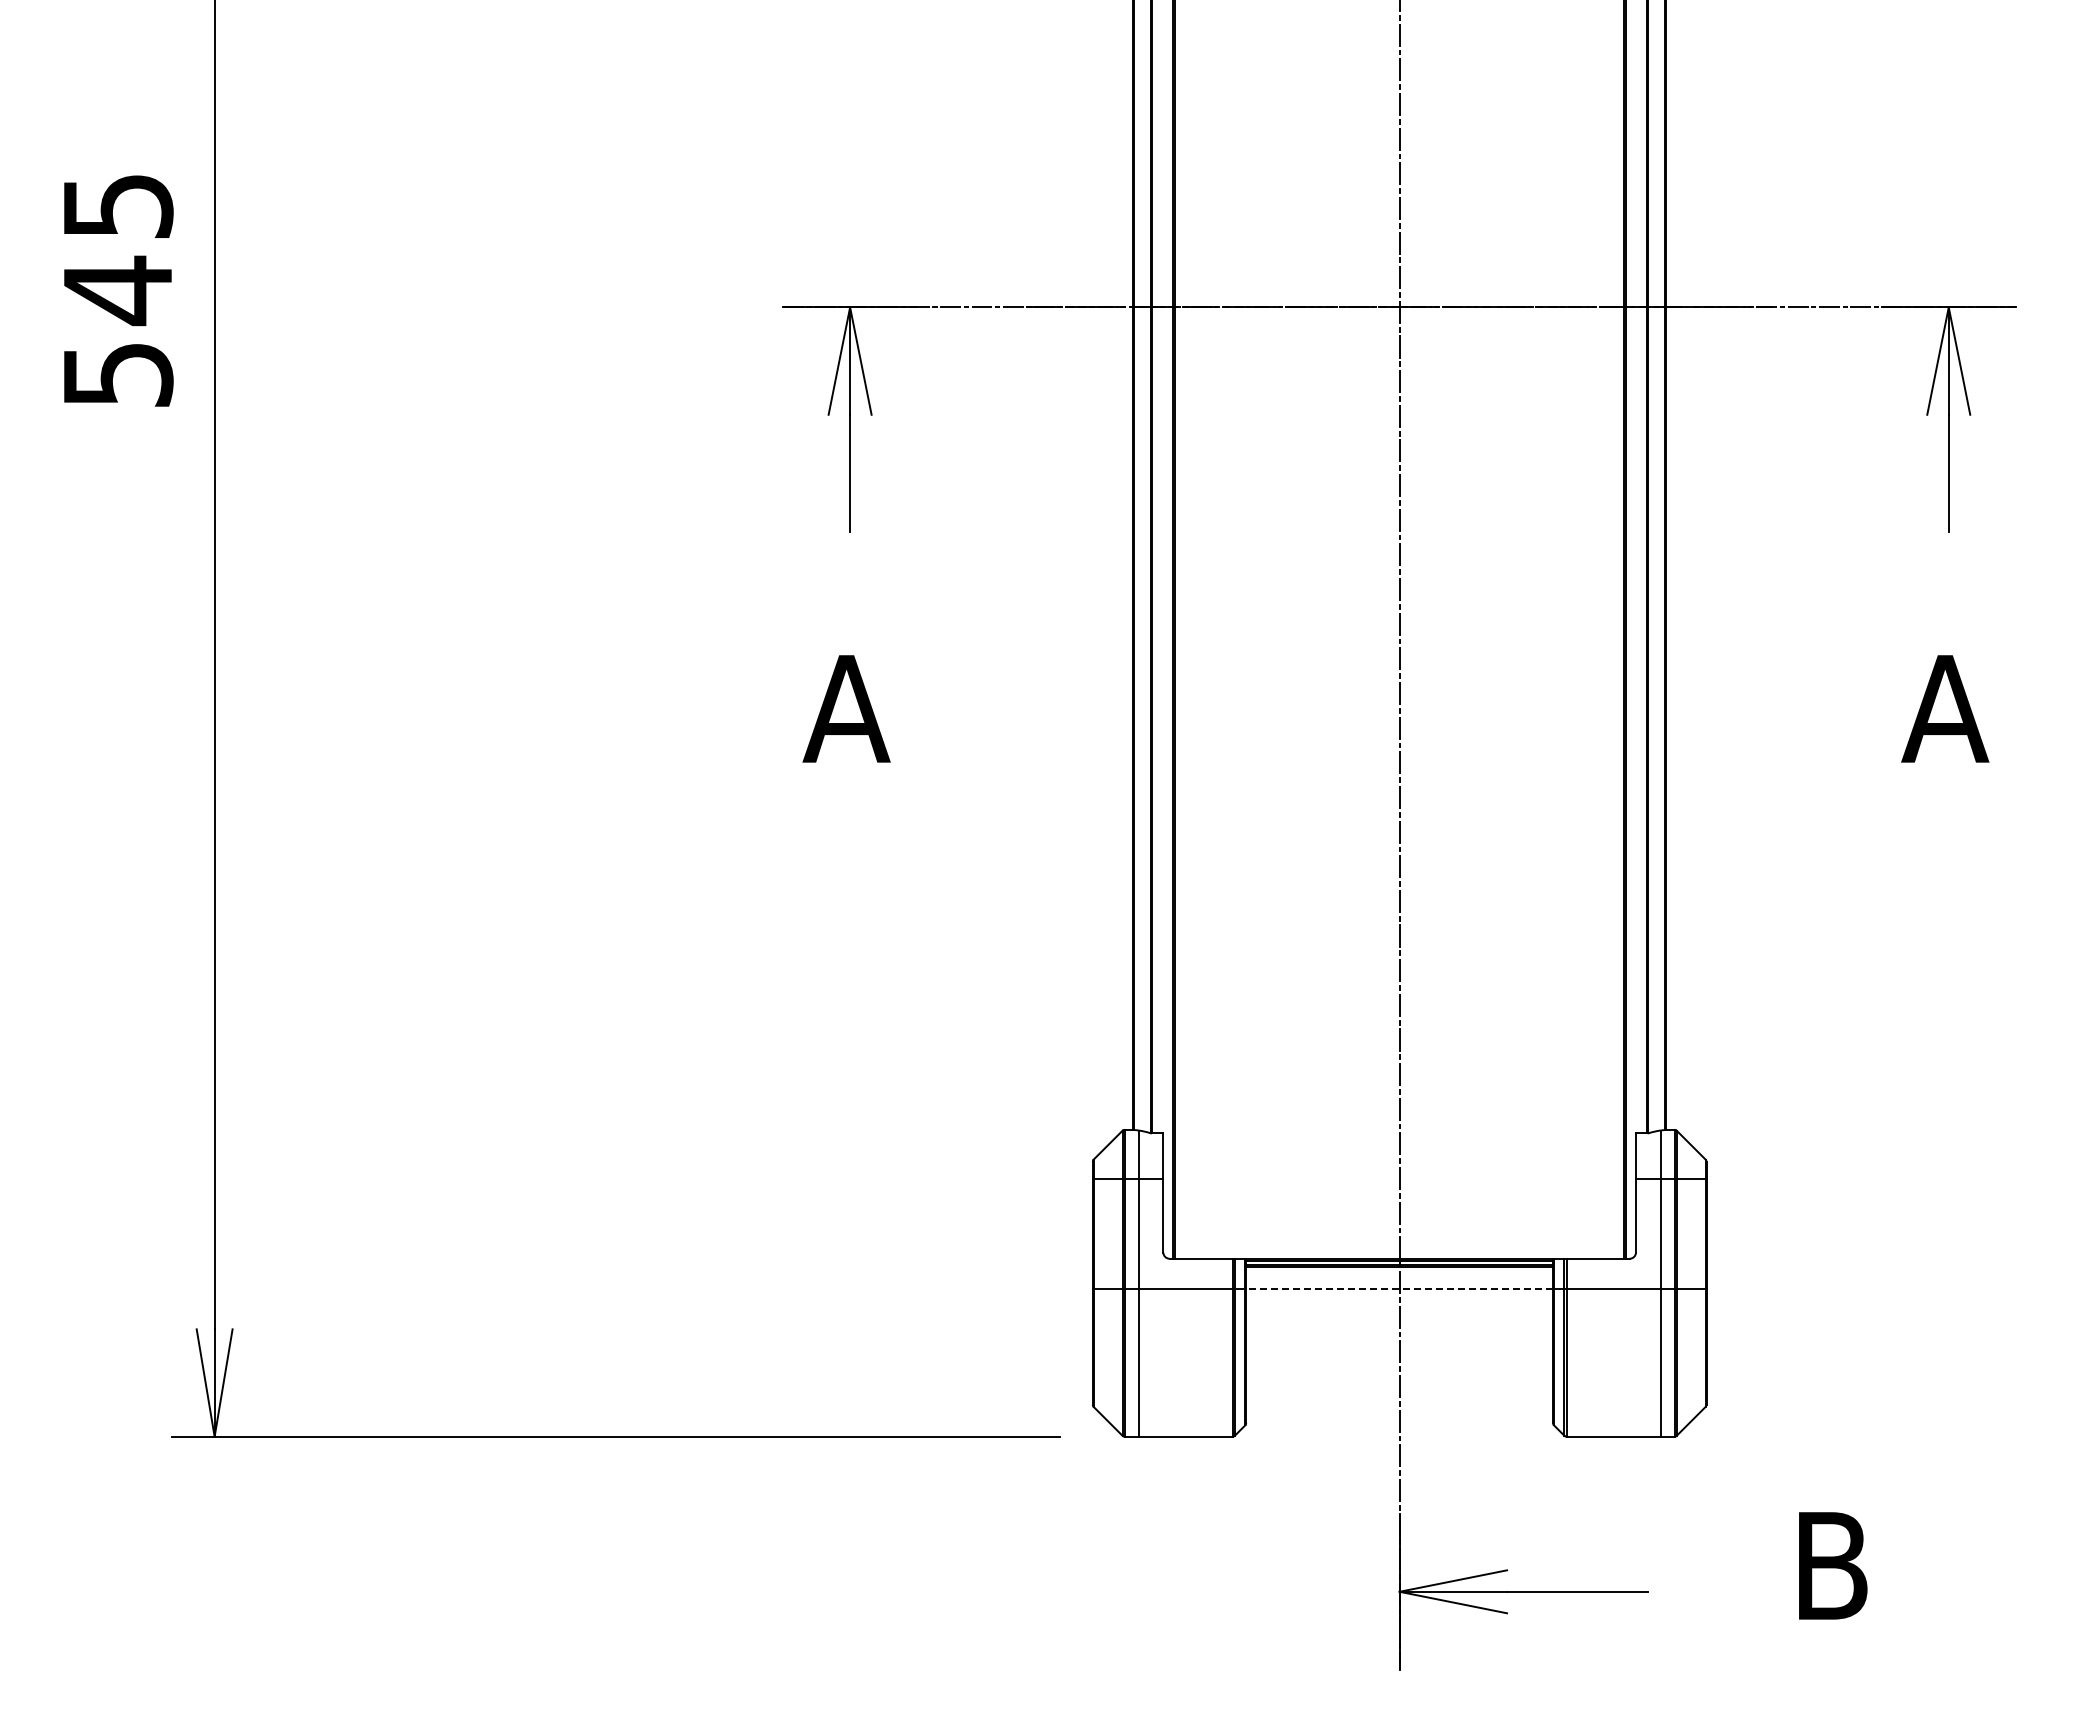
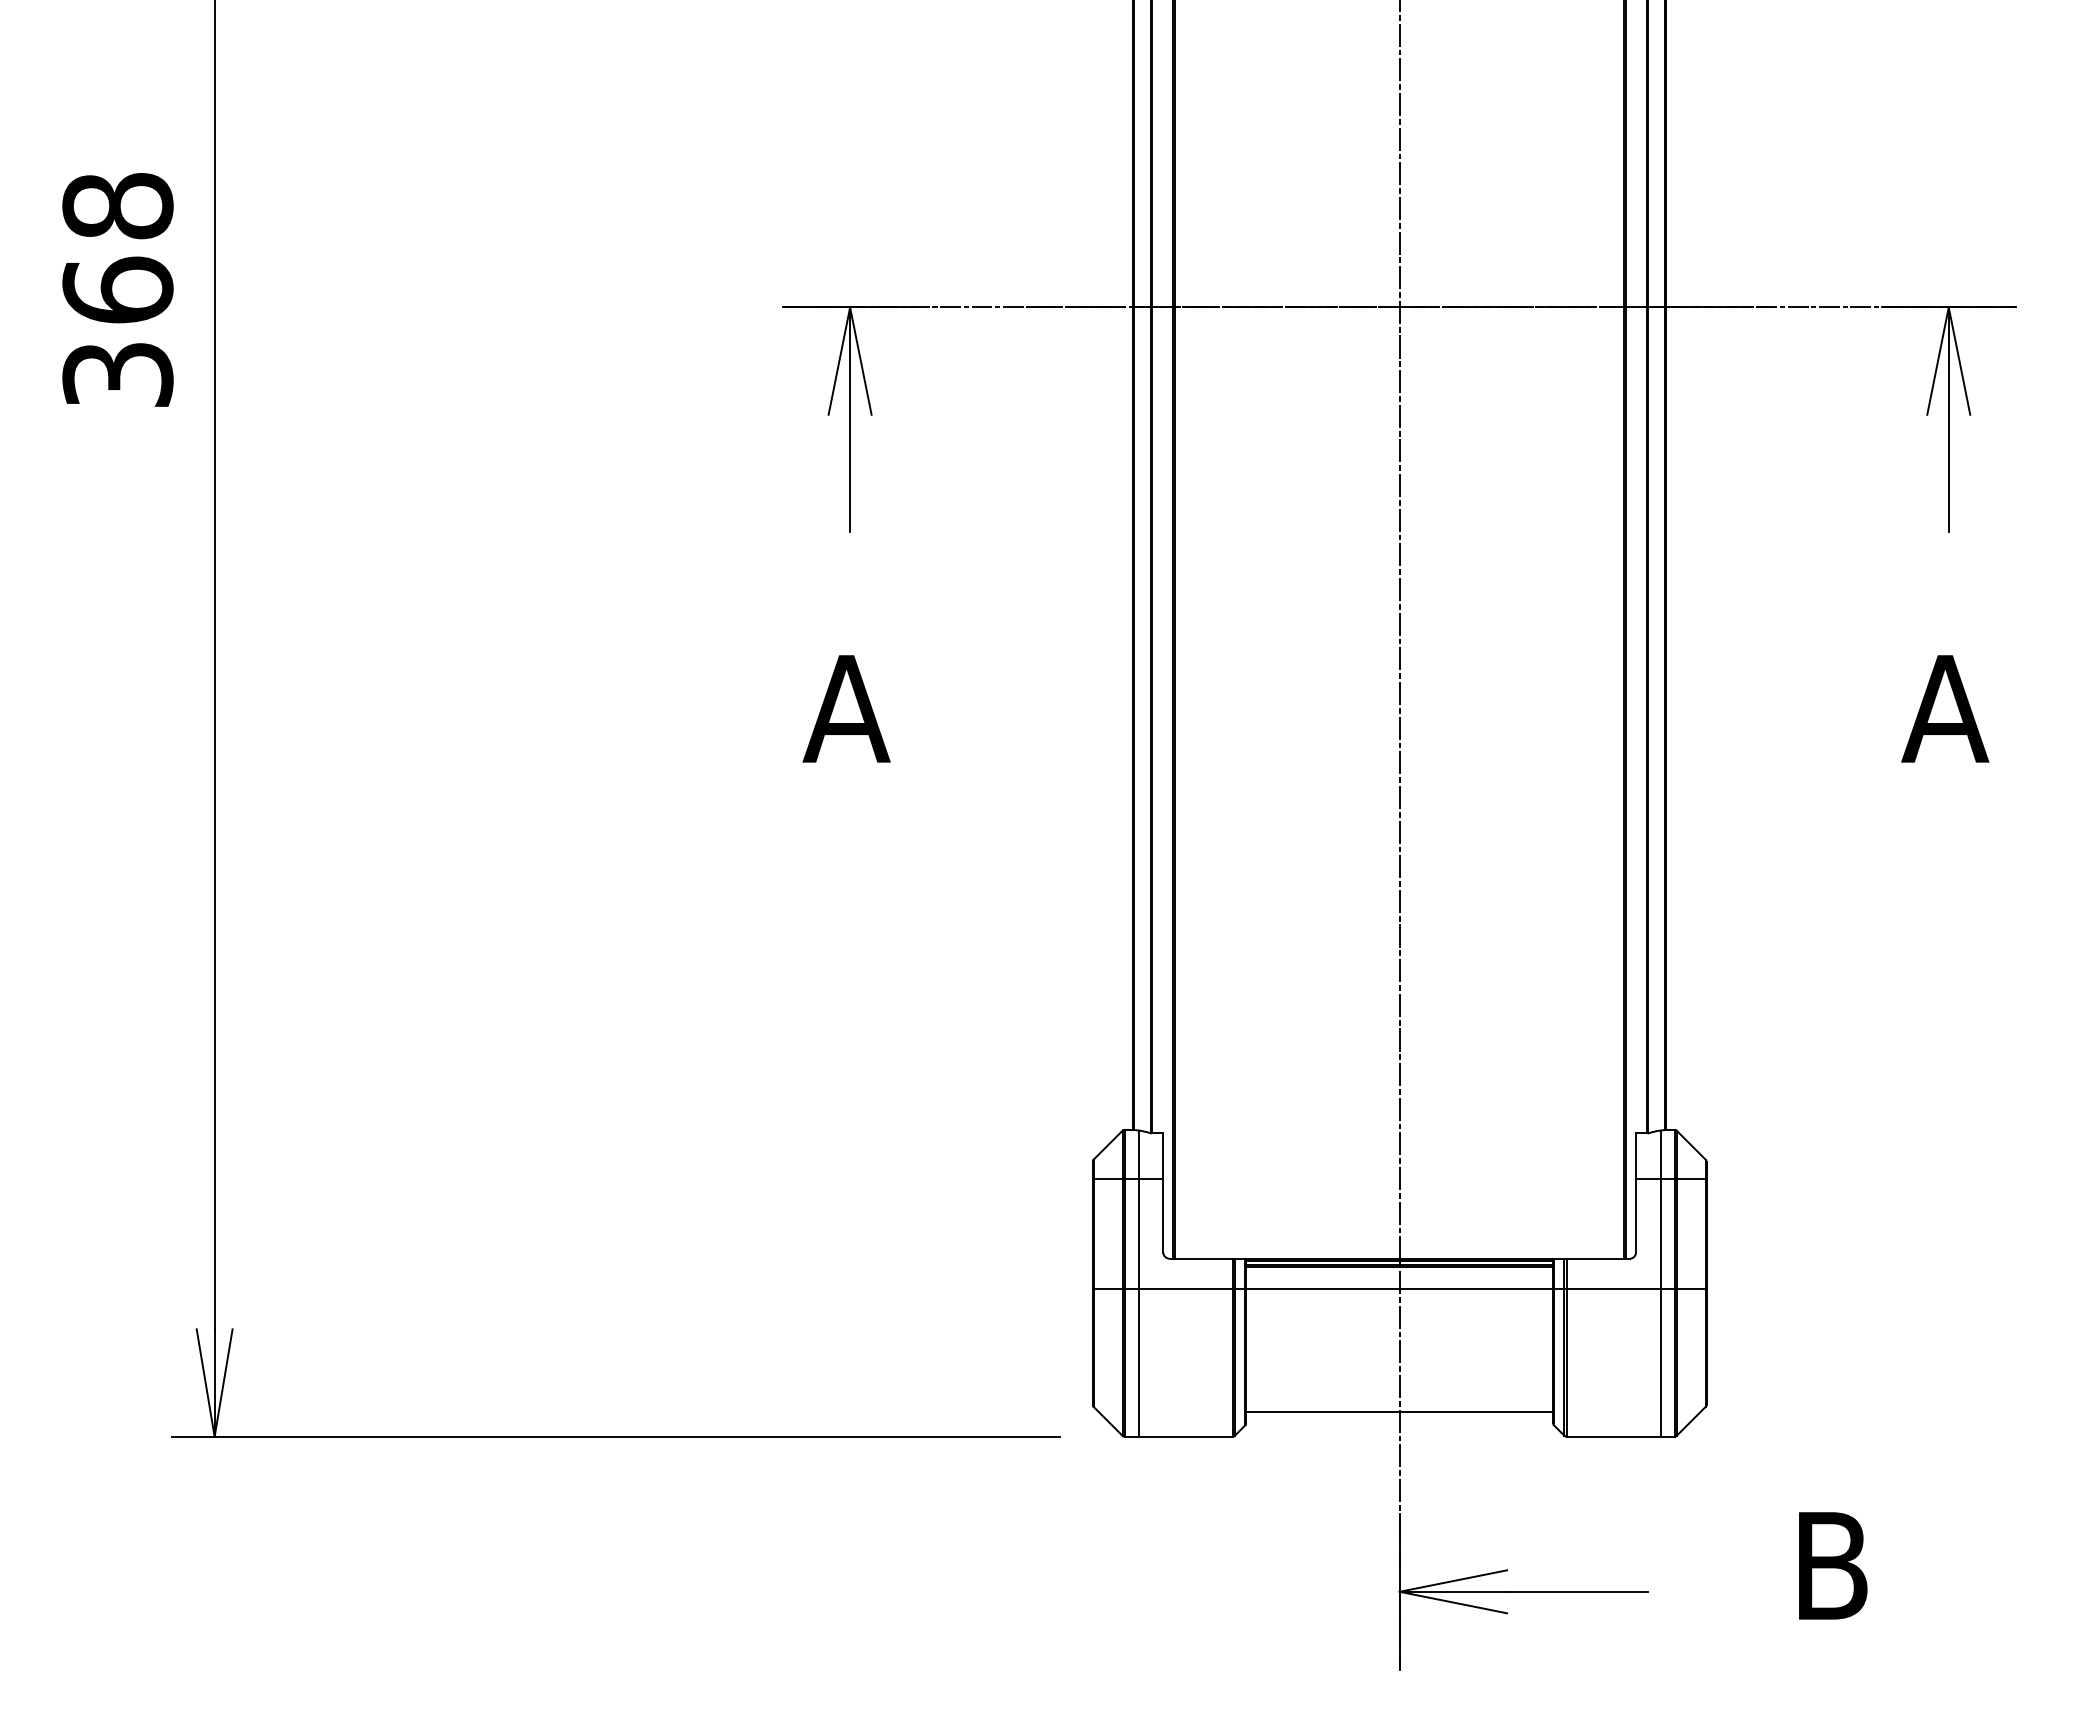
text at (117, 289): 545 -> 368
line at (1399, 1289): dashed -> solid
line at (1399, 1412): none -> present
